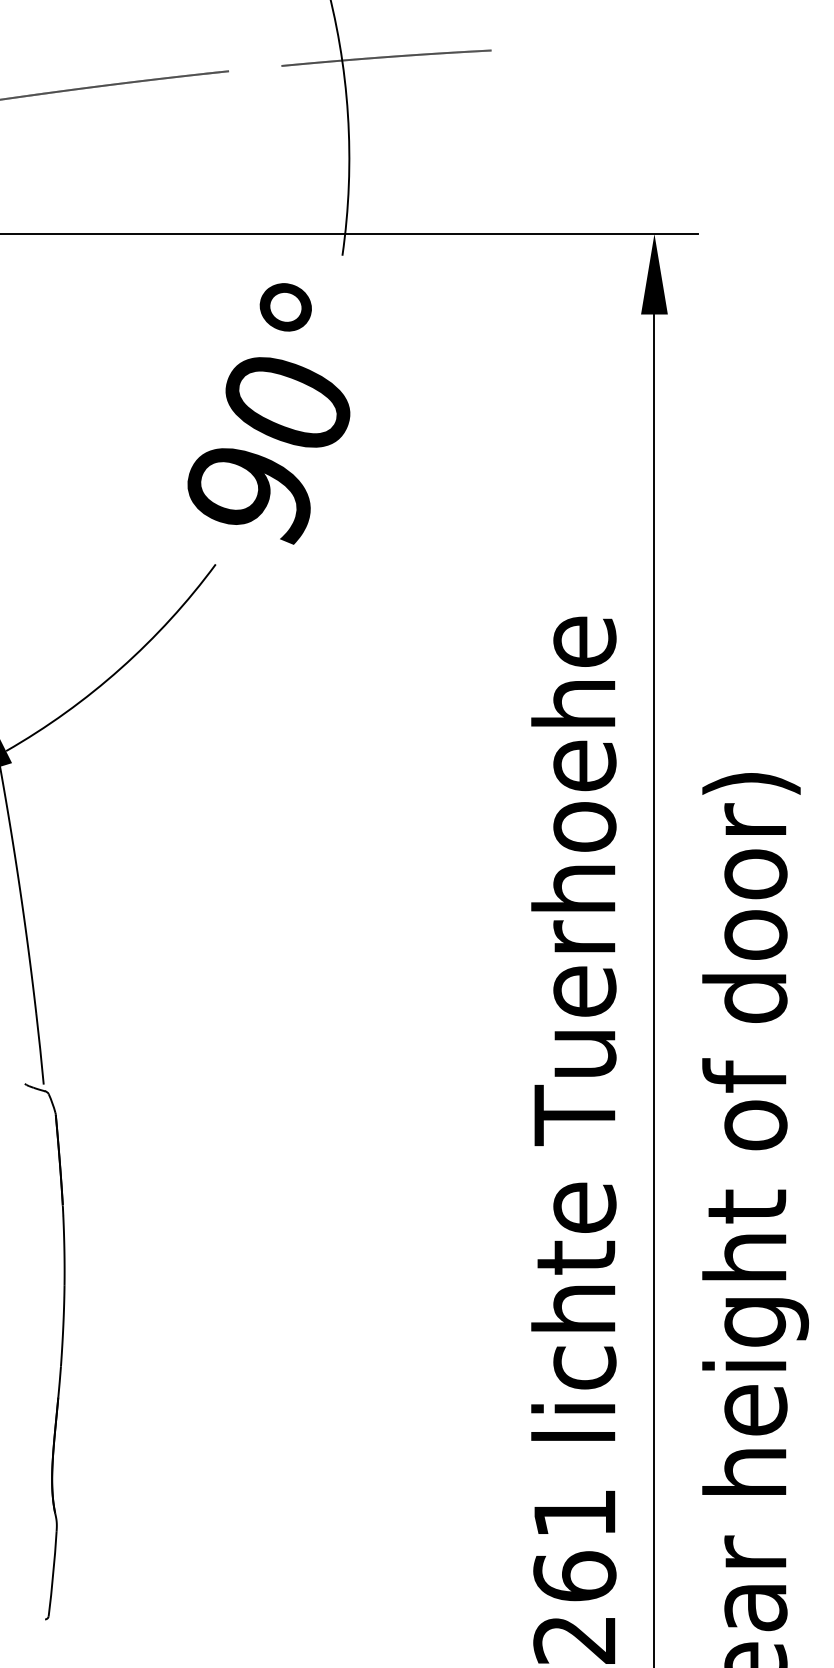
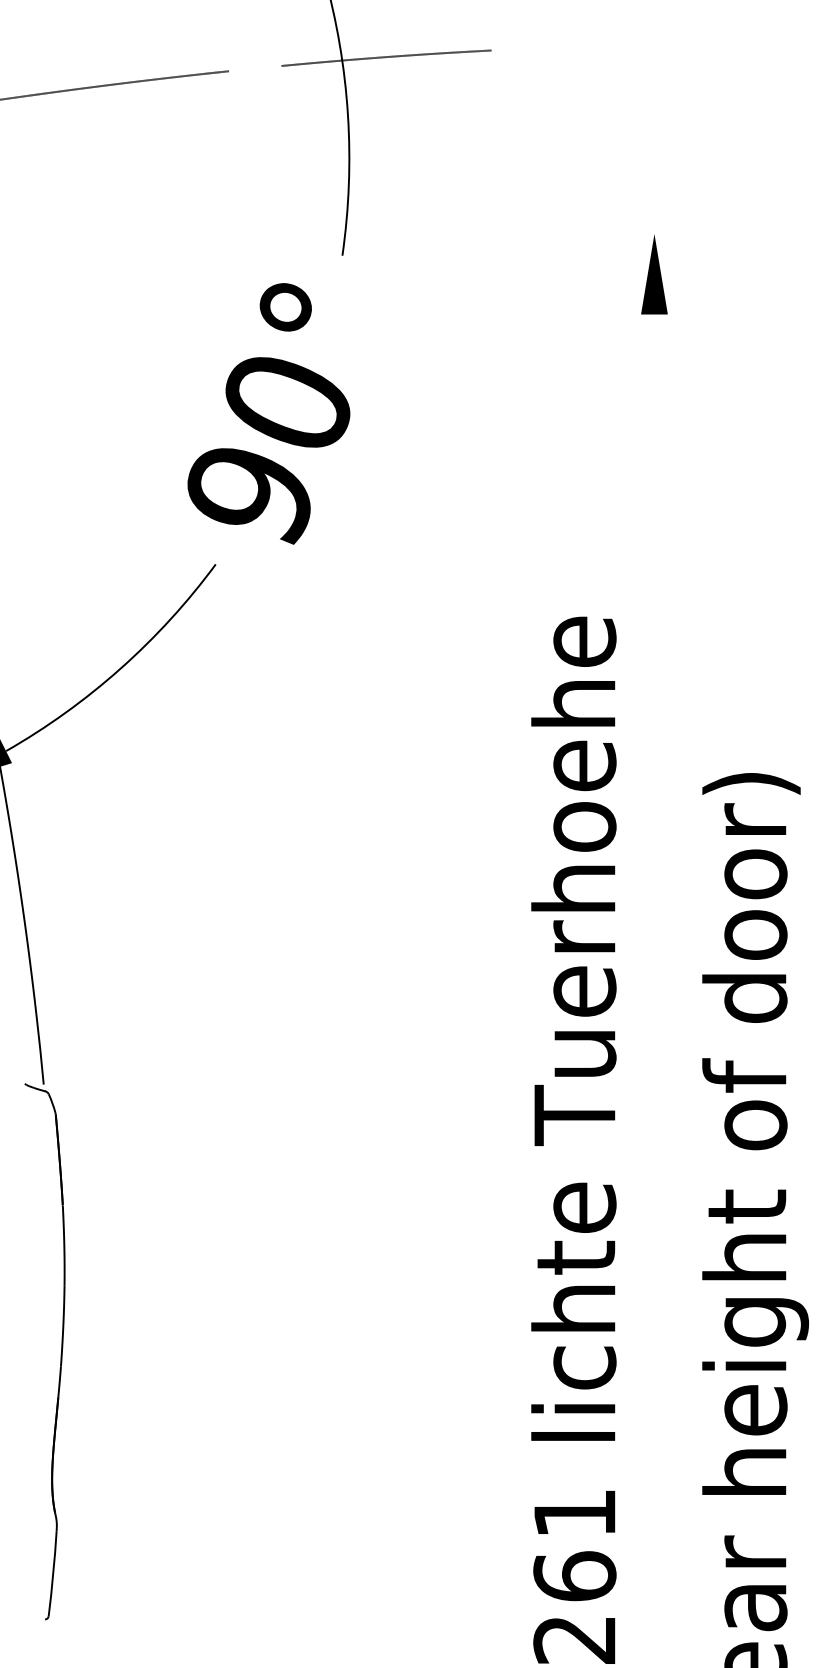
line at (350, 234): present -> none
line at (654, 989): present -> none
